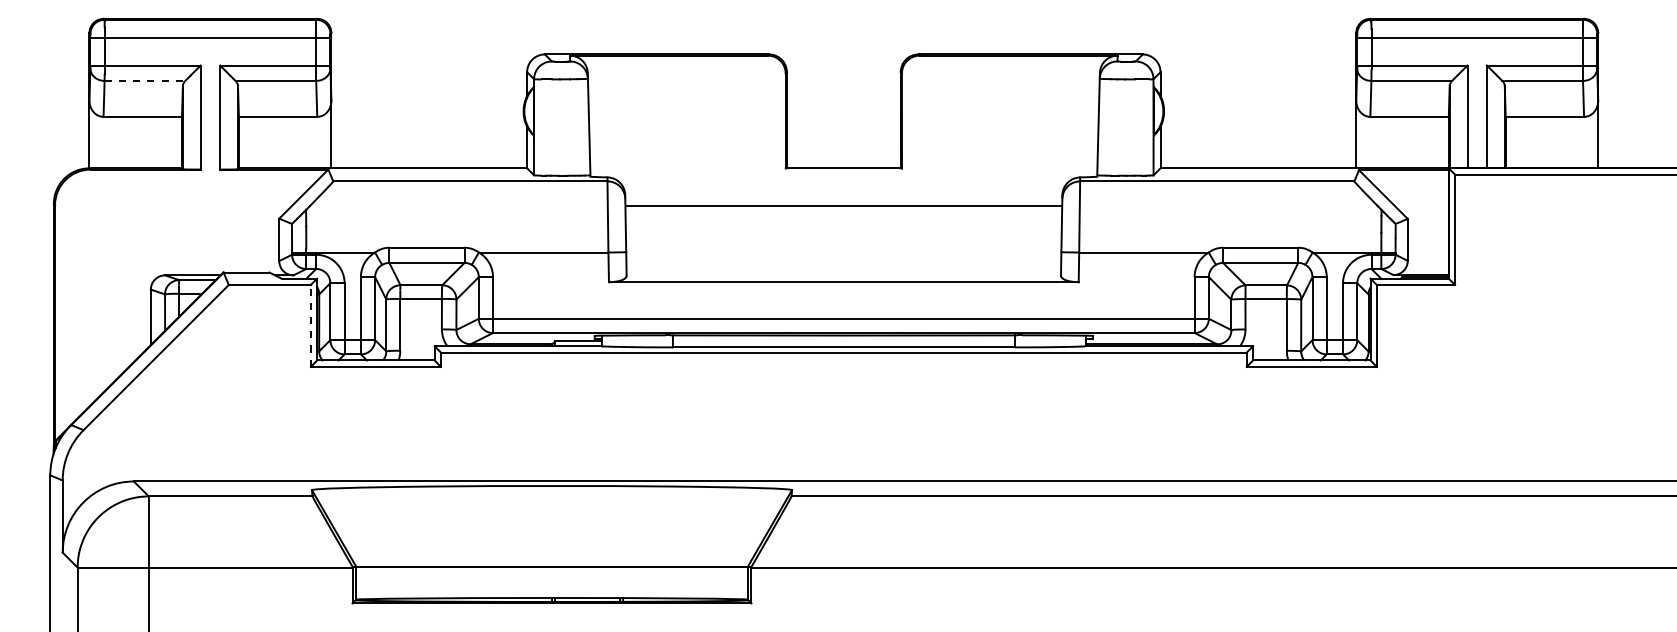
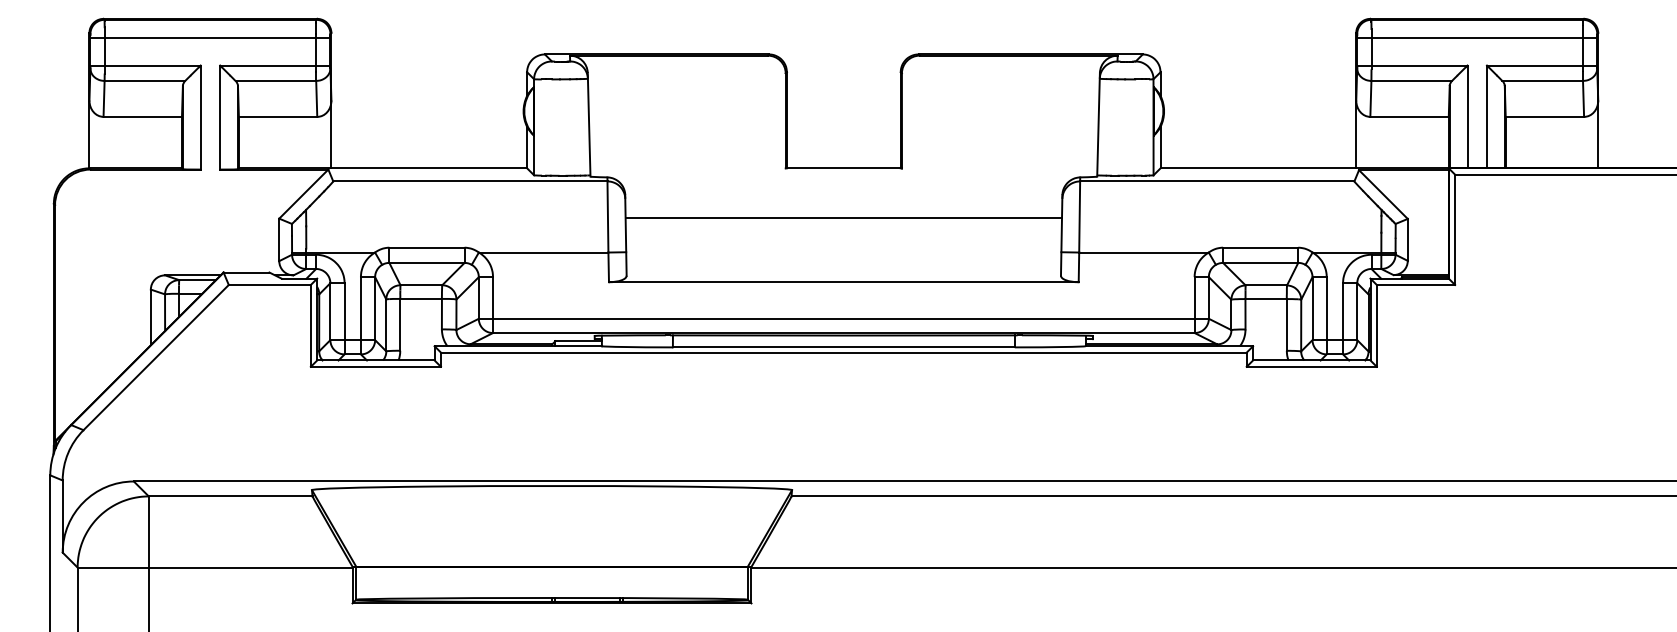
line at (145, 80): dashed -> solid
line at (843, 206) position: (843, 206) -> (843, 218)
line at (310, 325): dashed -> solid
